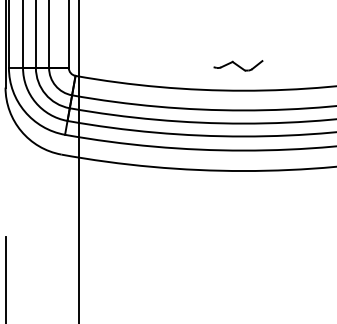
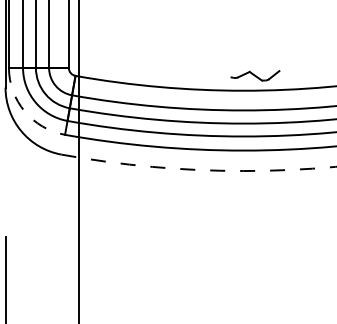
part at (238, 65) position: (238, 65) -> (255, 75)
arc at (24, 111): solid -> dashed
arc at (199, 170): solid -> dashed
